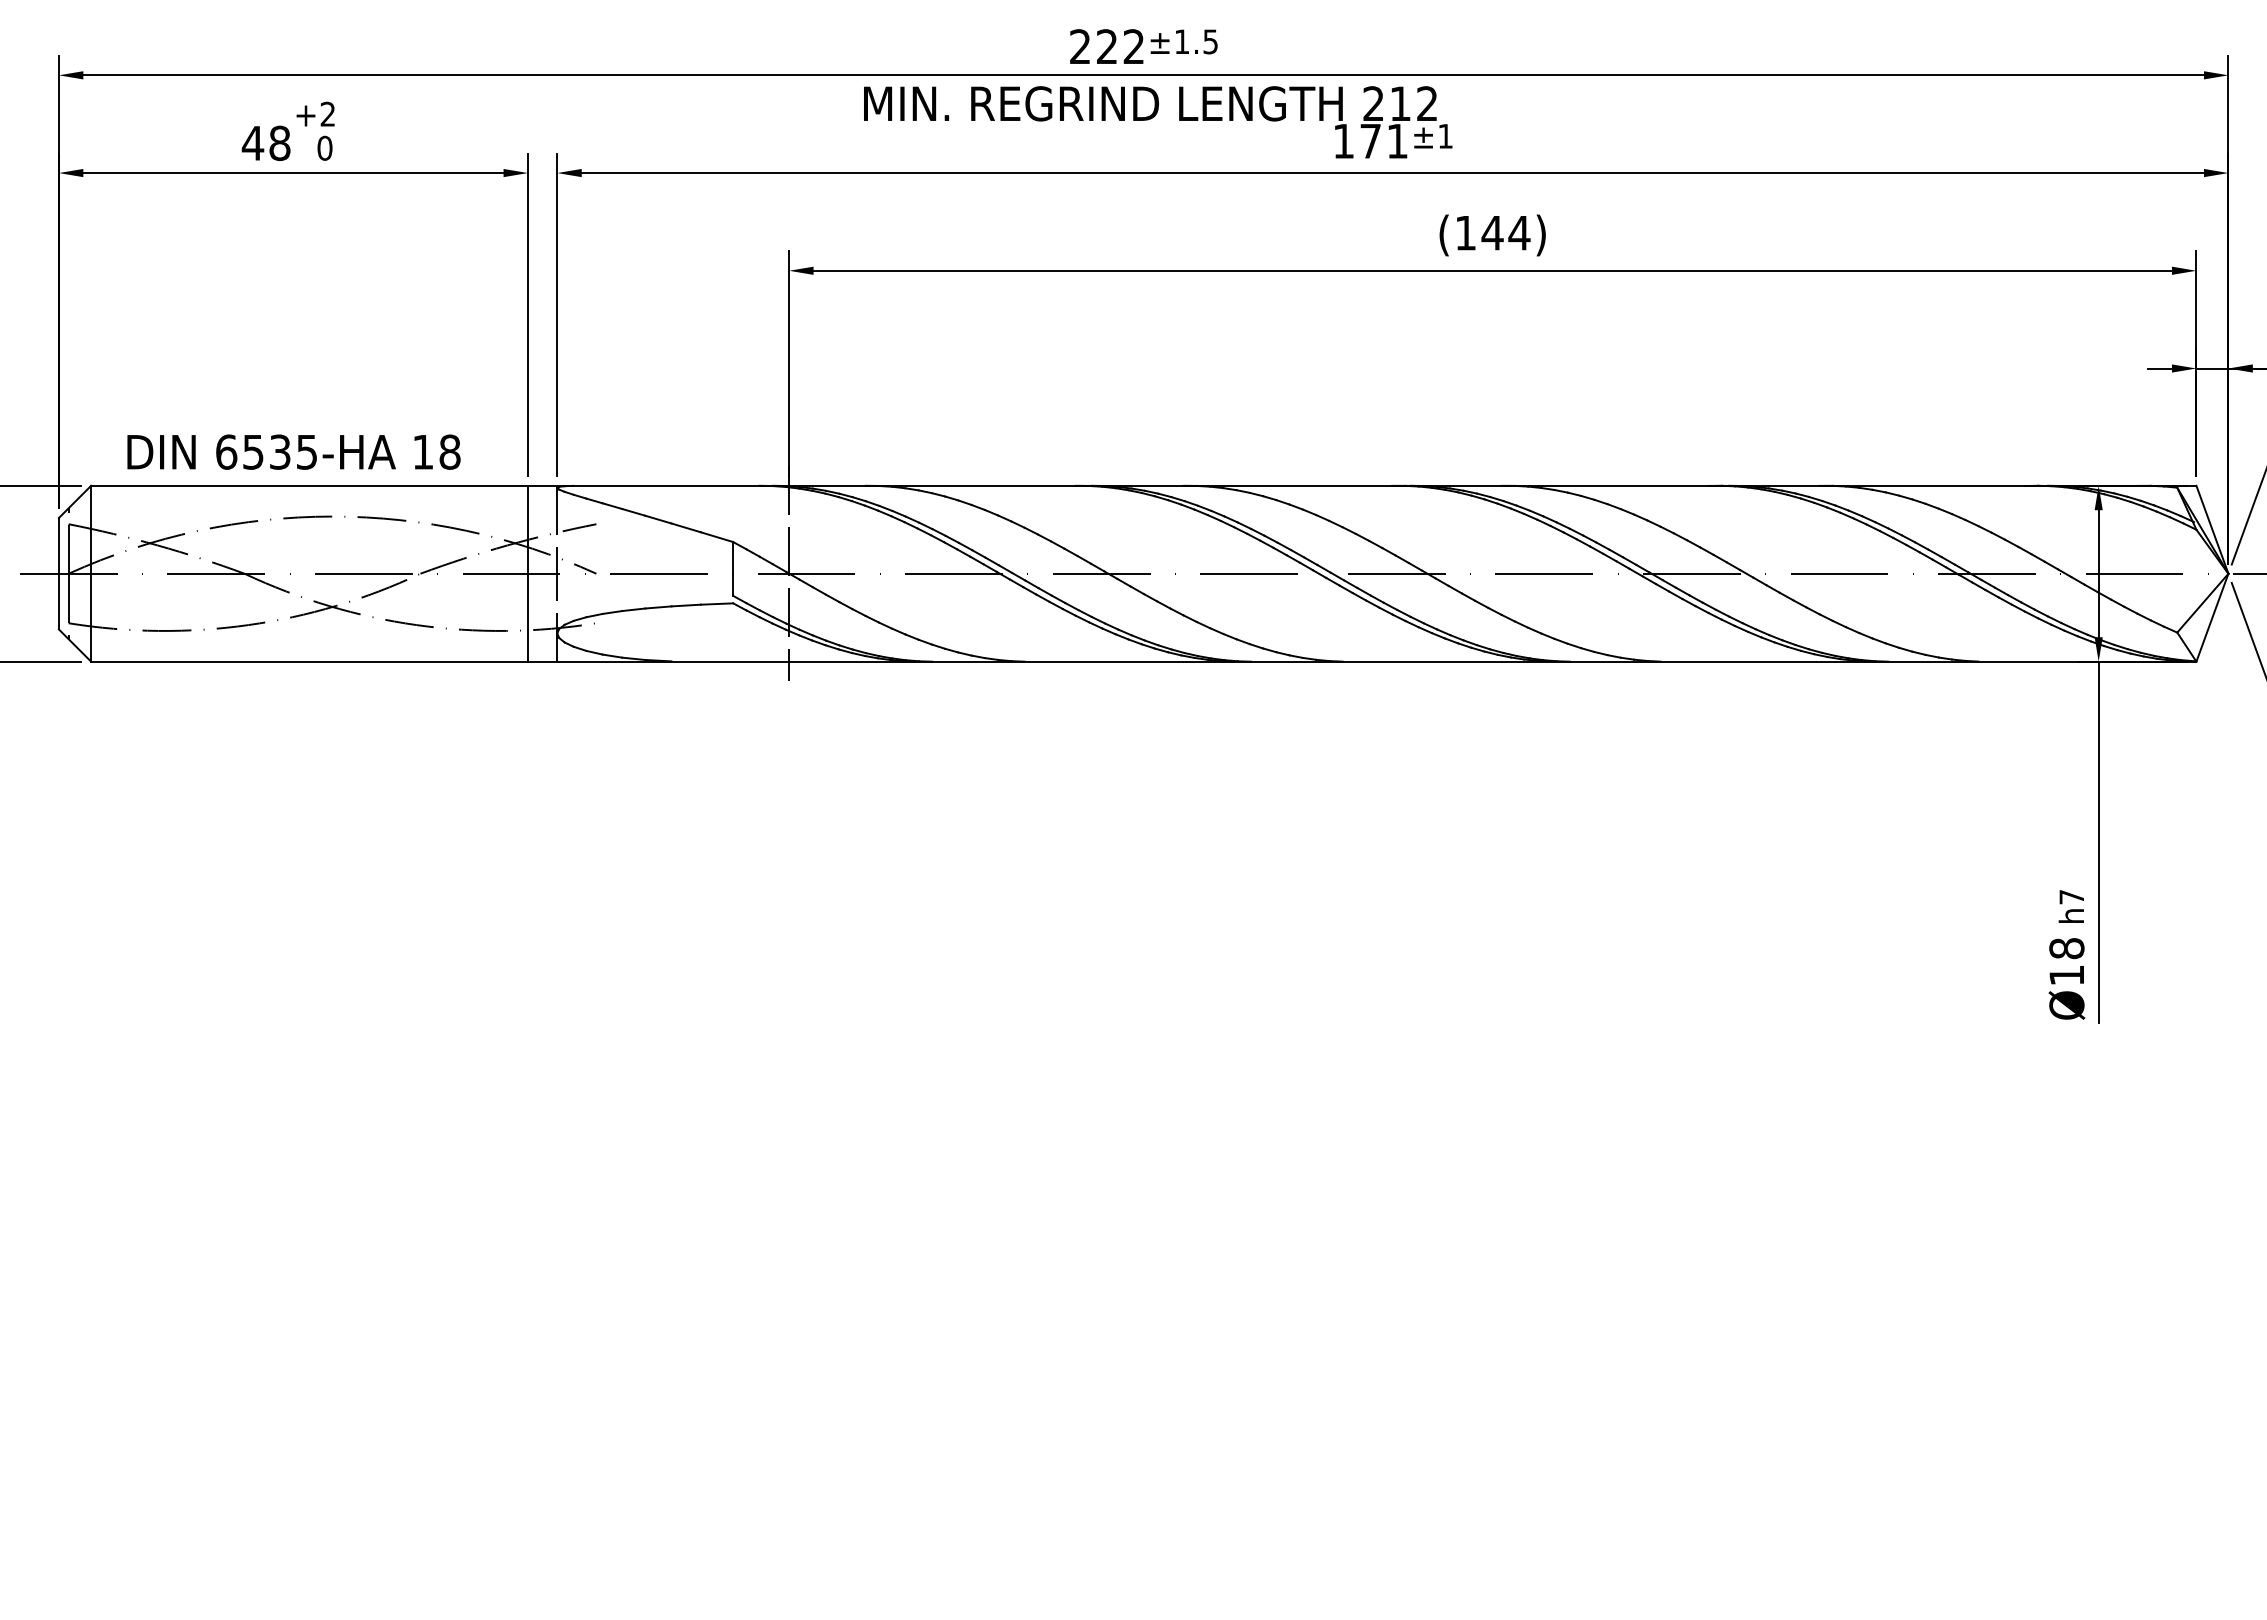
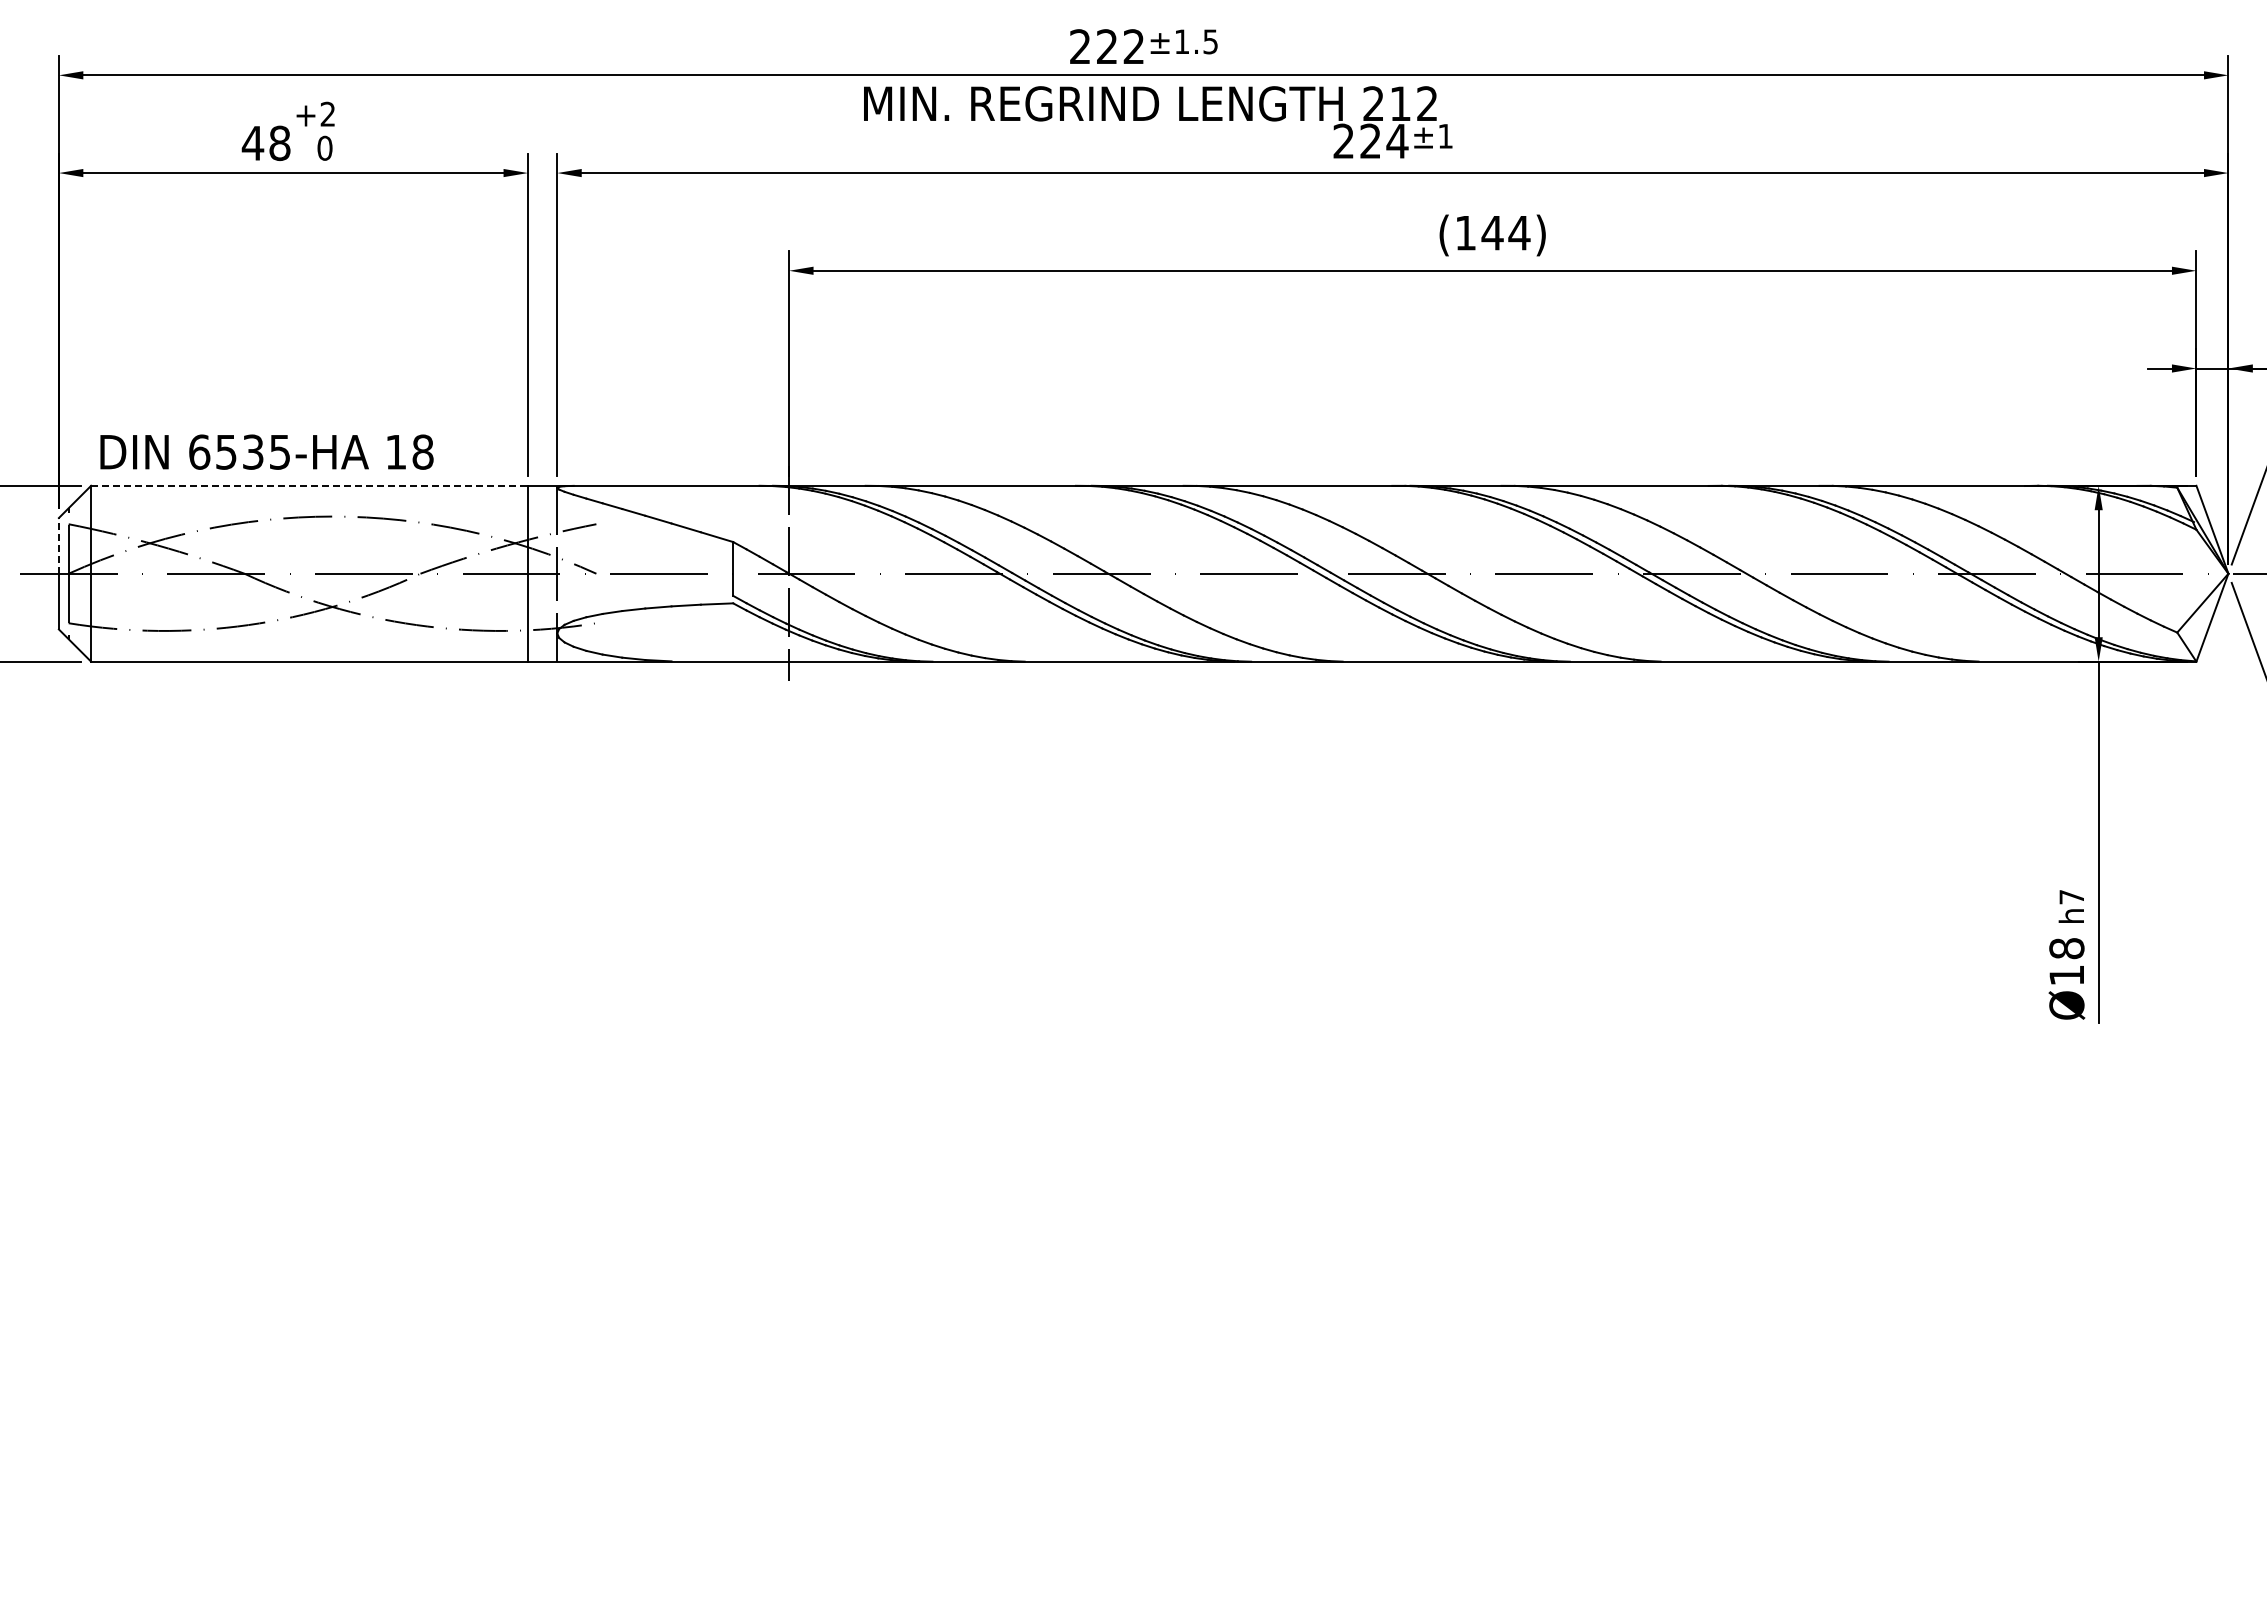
text at (1370, 140): 171 -> 224
text at (293, 451) position: (293, 451) -> (266, 451)
line at (310, 485): solid -> dashed
line at (58, 545): solid -> dashed
